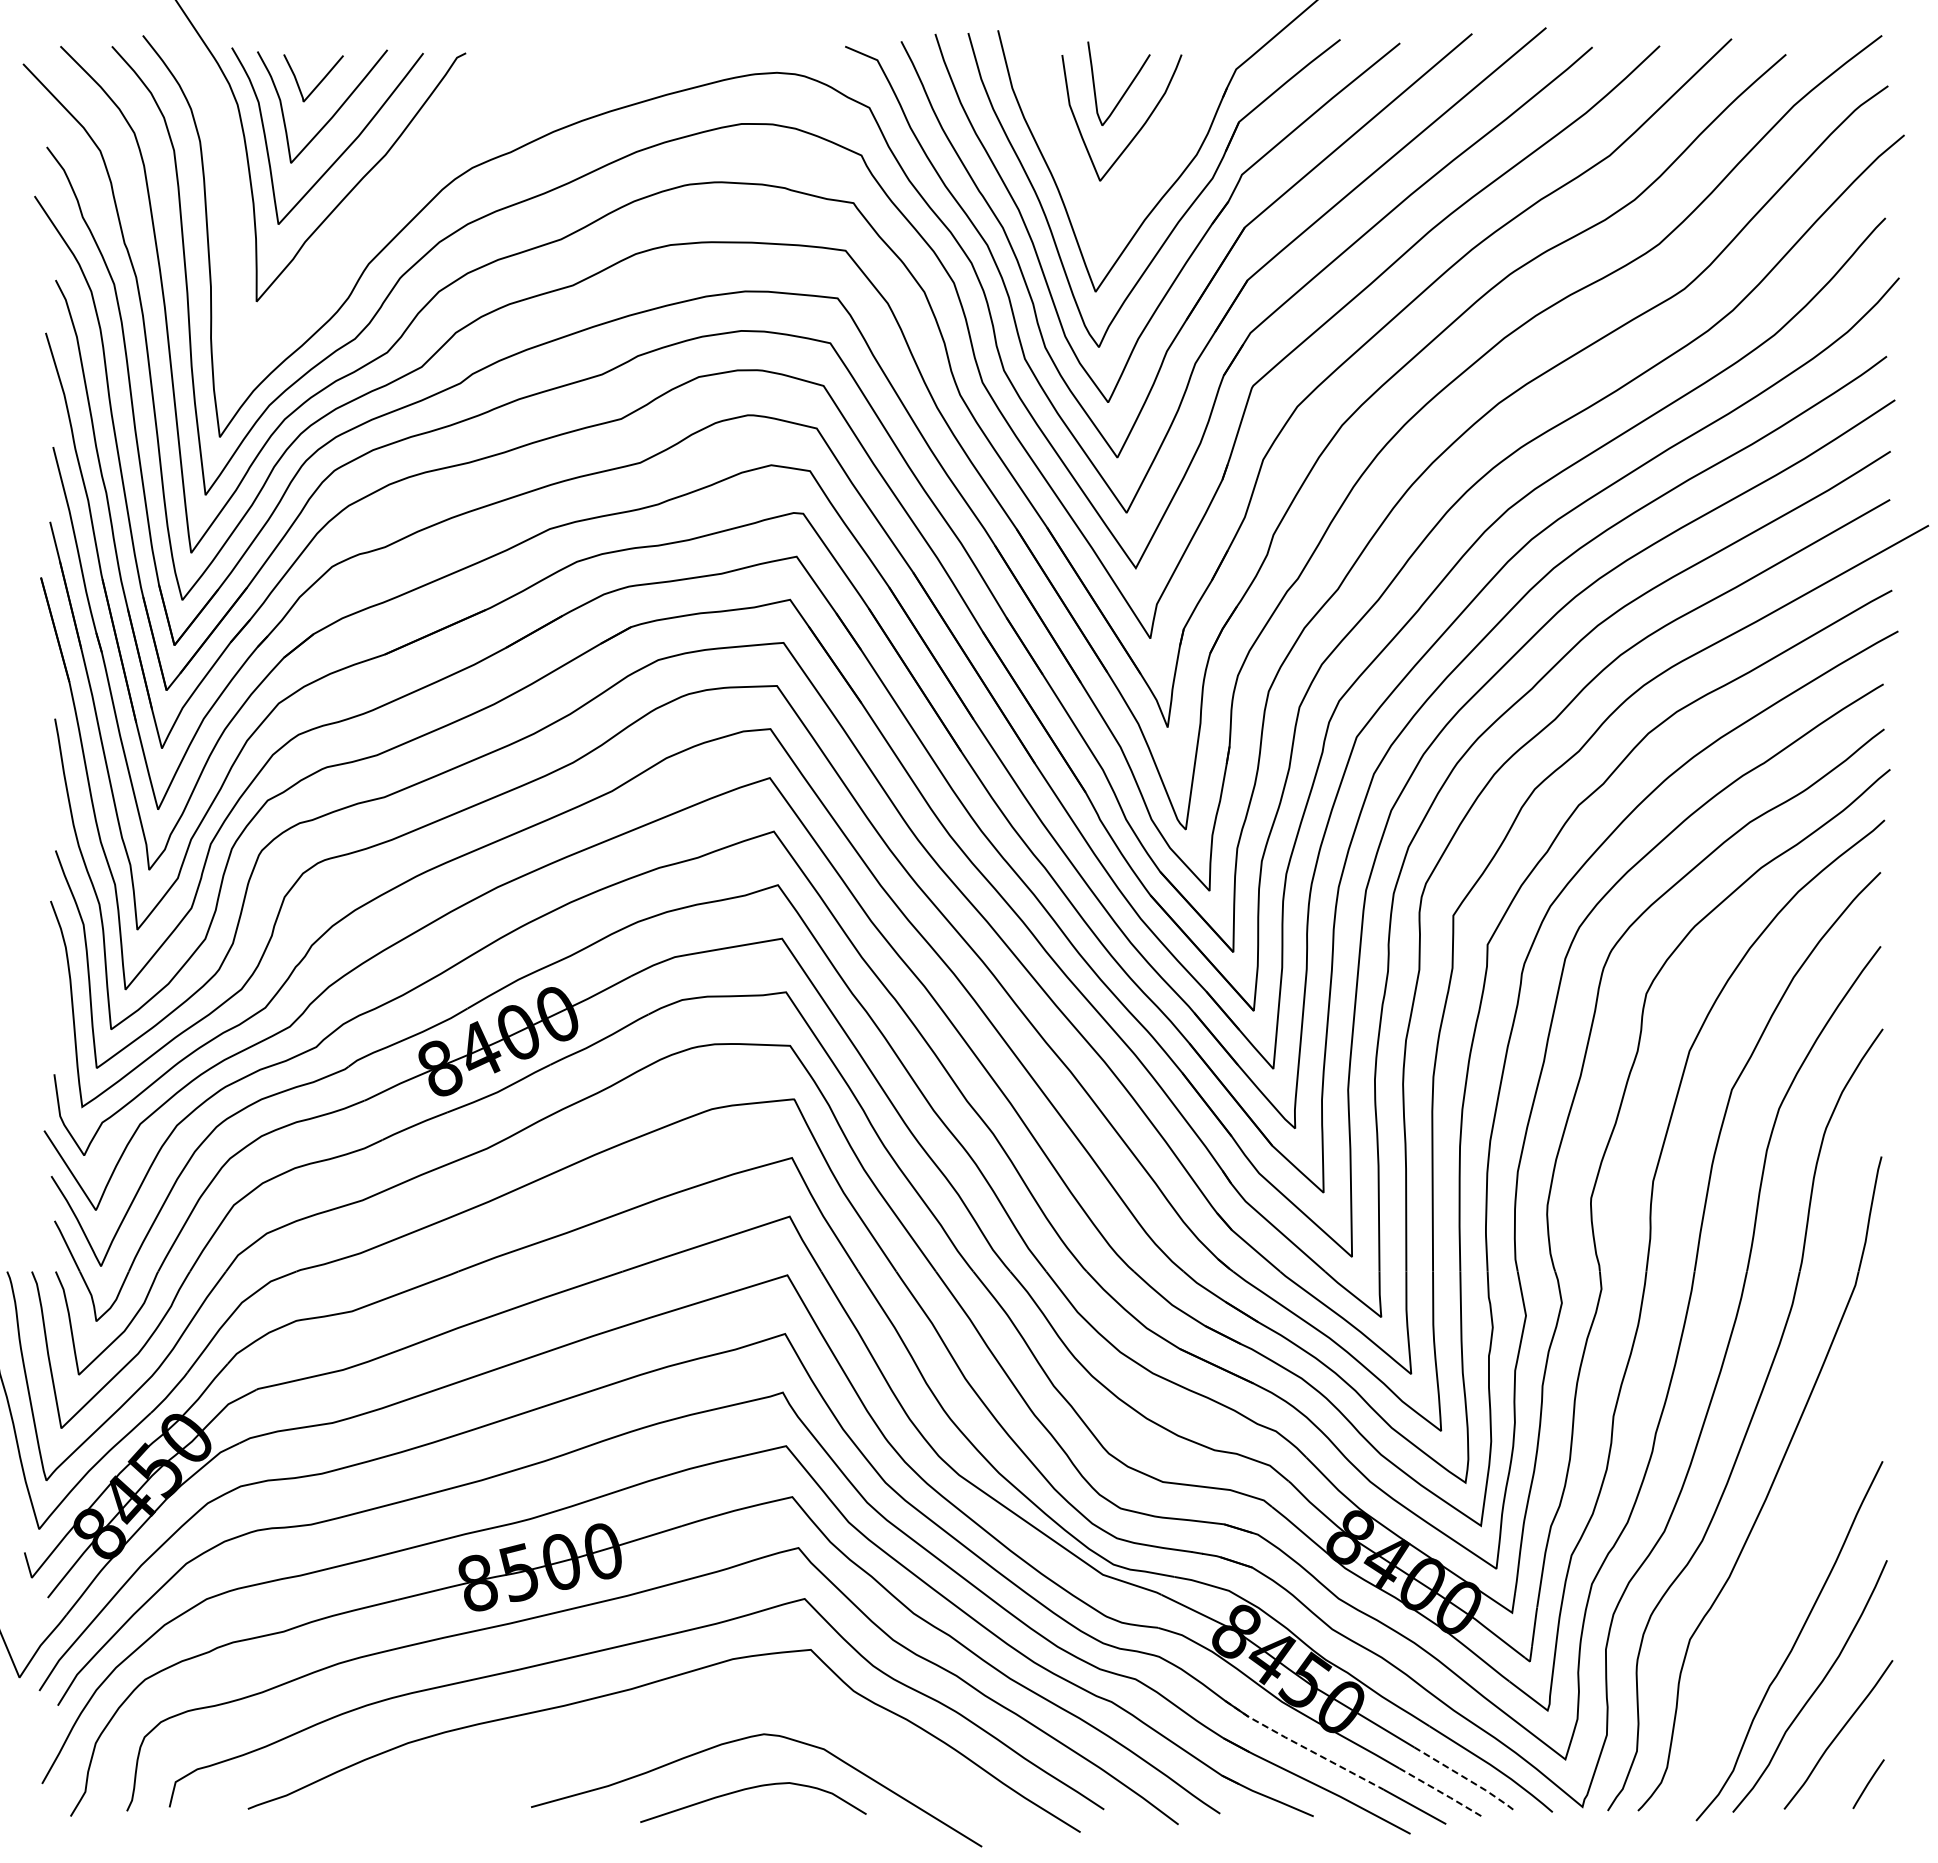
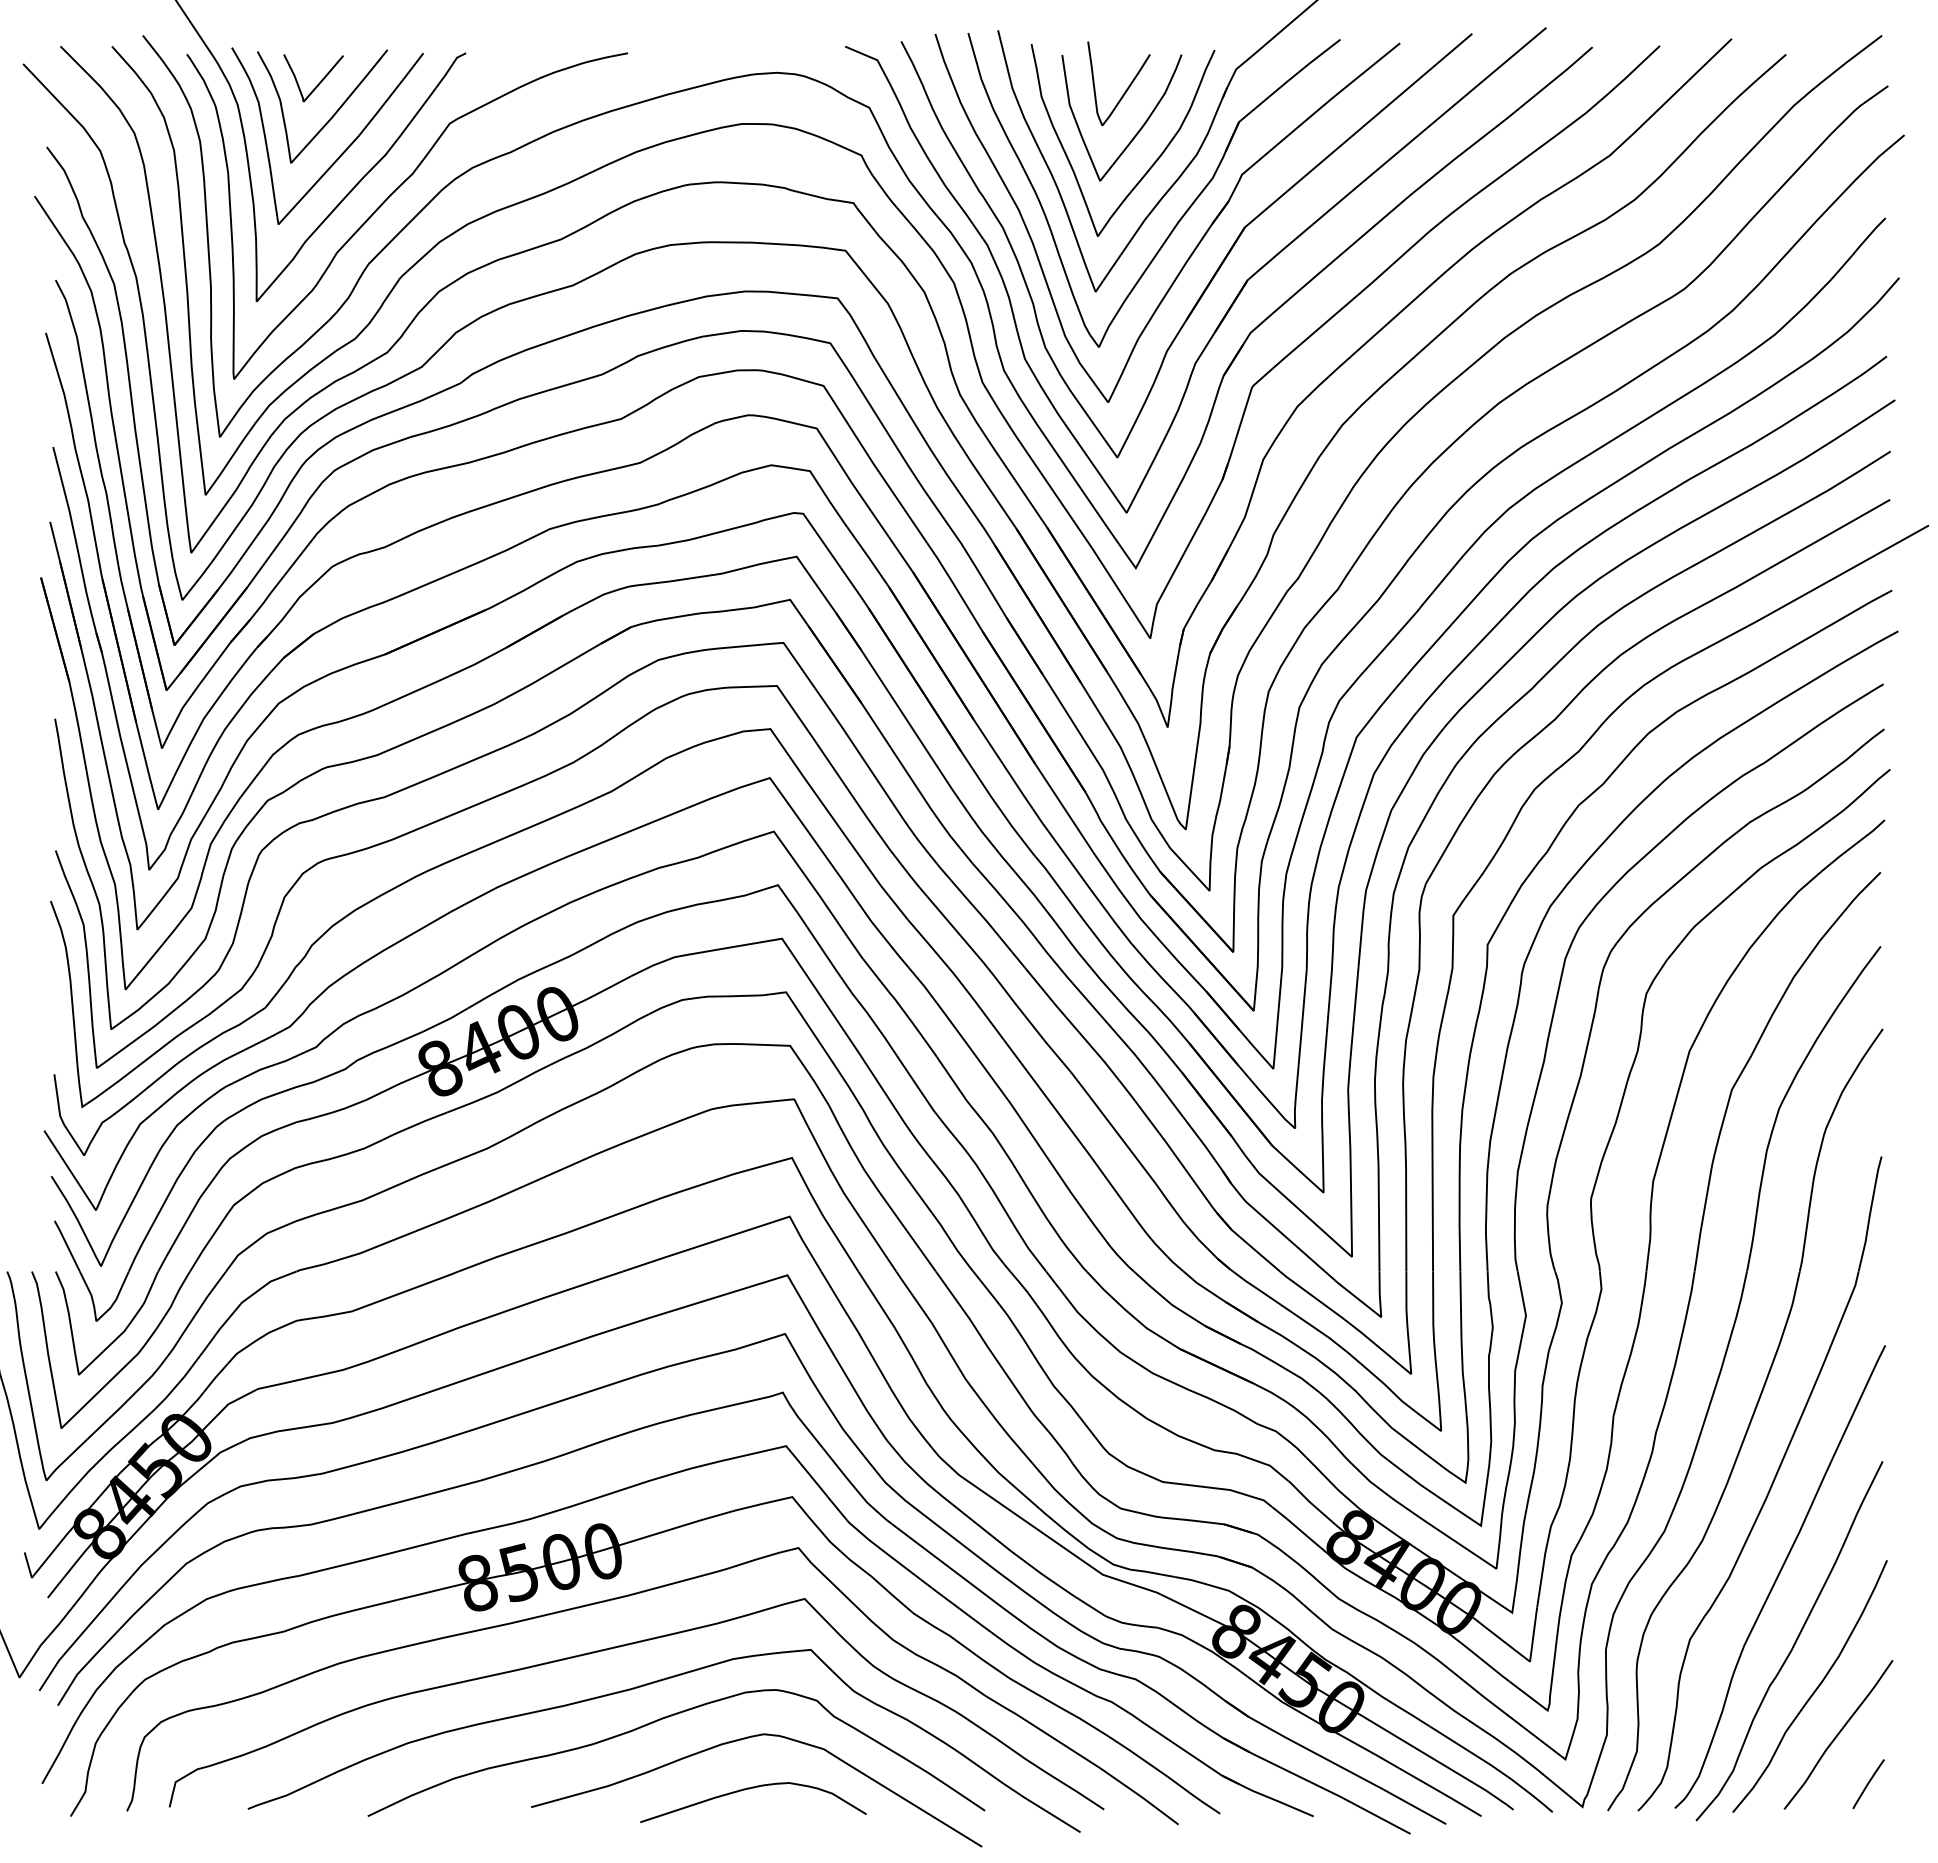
curve at (1153, 162): none -> present
curve at (386, 201): none -> present
curve at (1779, 1575): none -> present
curve at (666, 1718): none -> present
line at (1300, 1745): dashed -> solid
line at (1466, 1778): dashed -> solid
line at (1441, 1792): dashed -> solid
